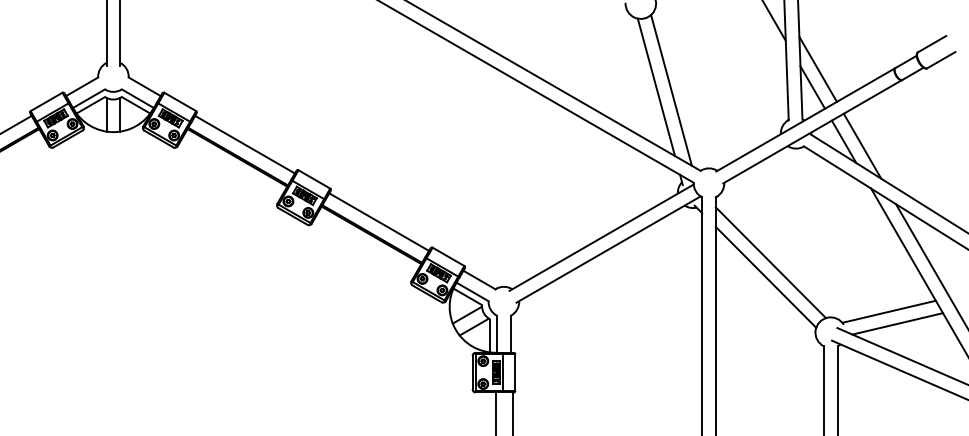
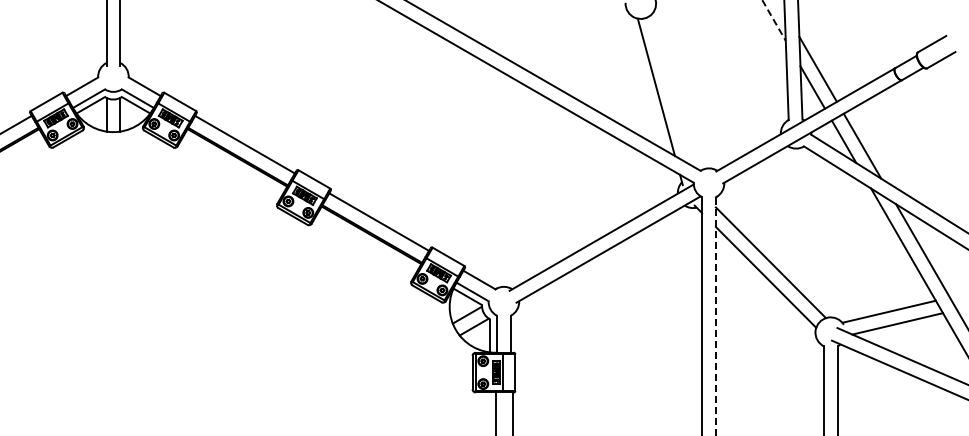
line at (774, 21): solid -> dashed
line at (671, 90): present -> none
line at (715, 316): solid -> dashed
